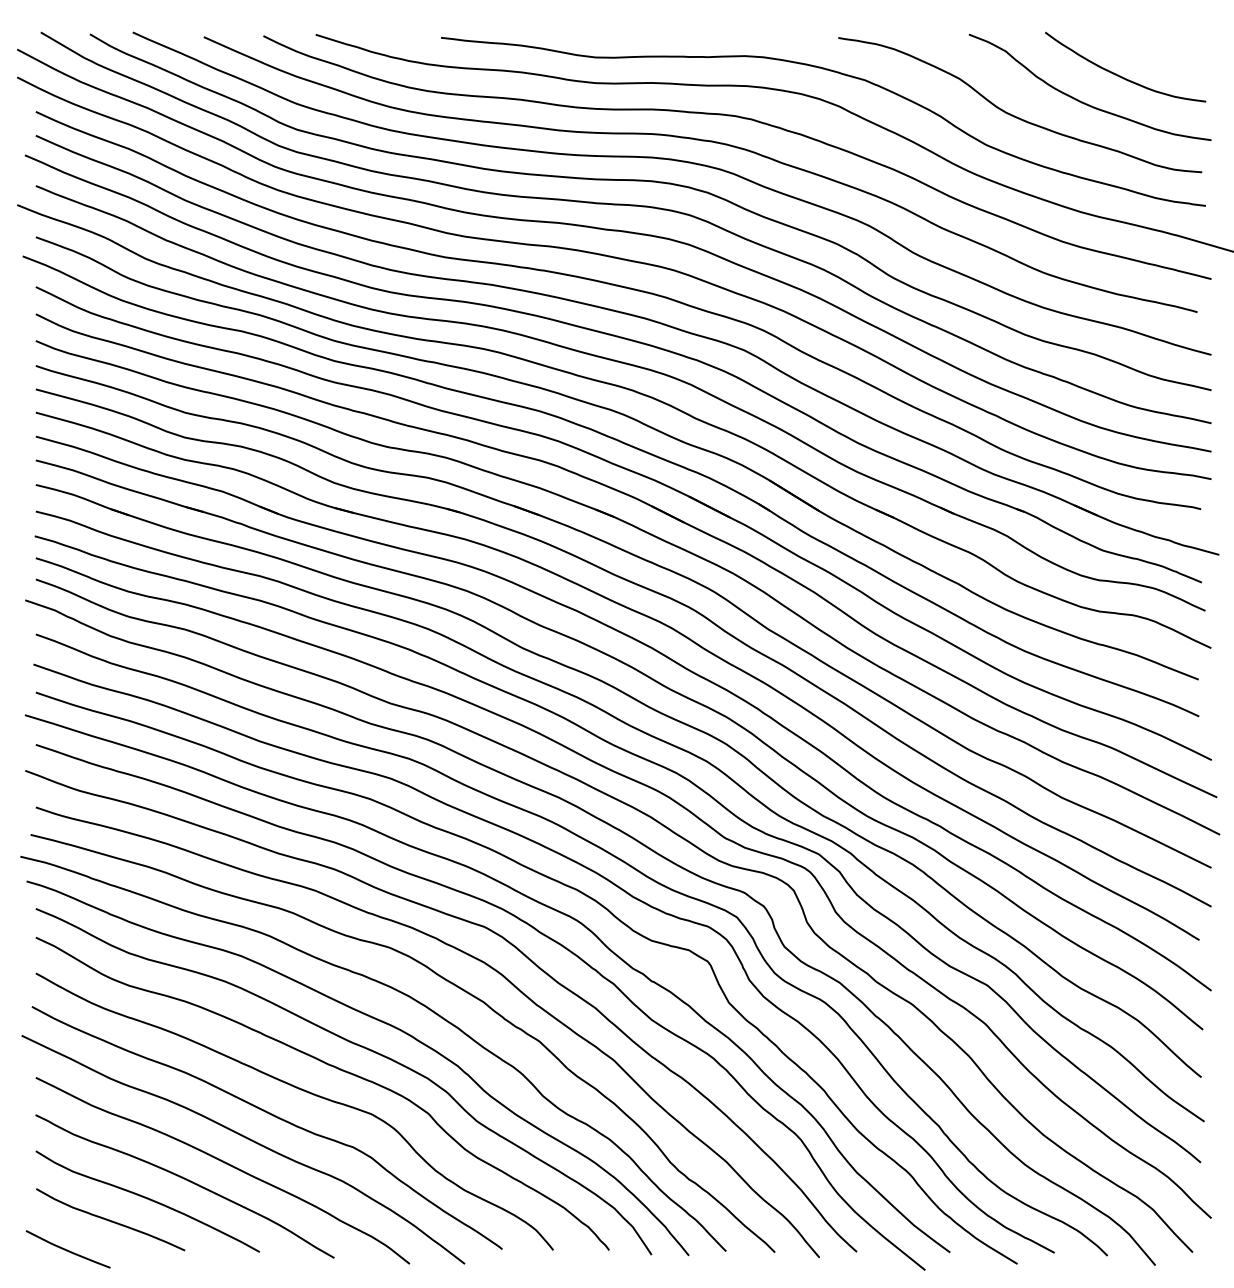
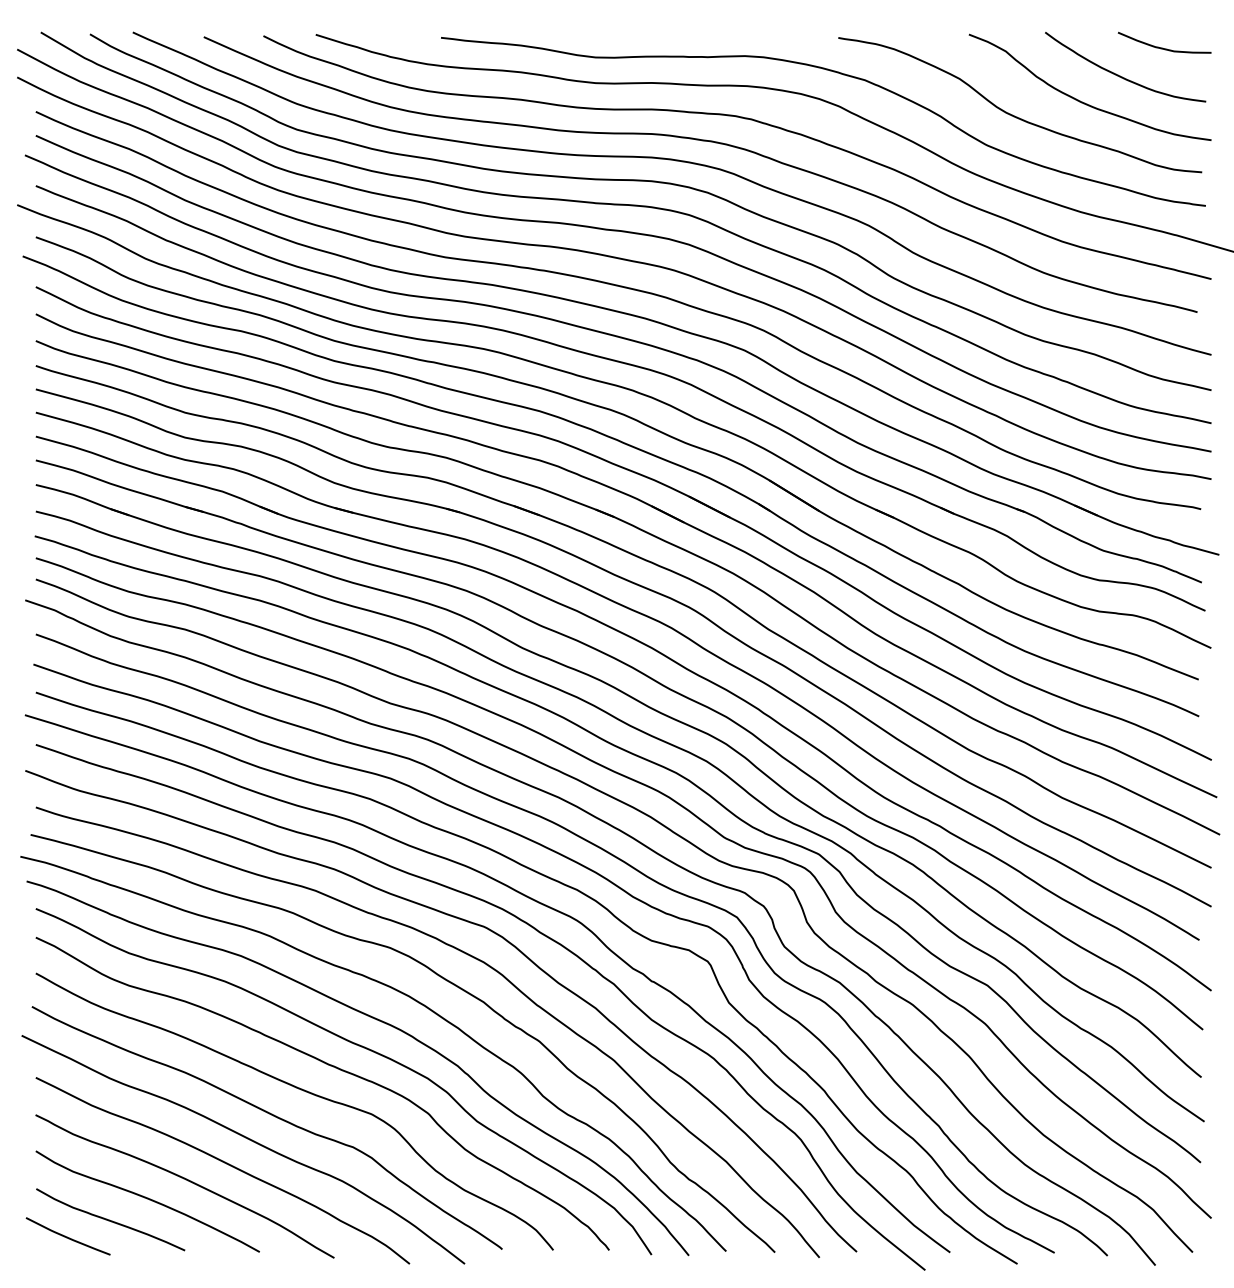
curve at (1162, 47): none -> present
curve at (67, 1249) position: (67, 1249) -> (67, 1236)
